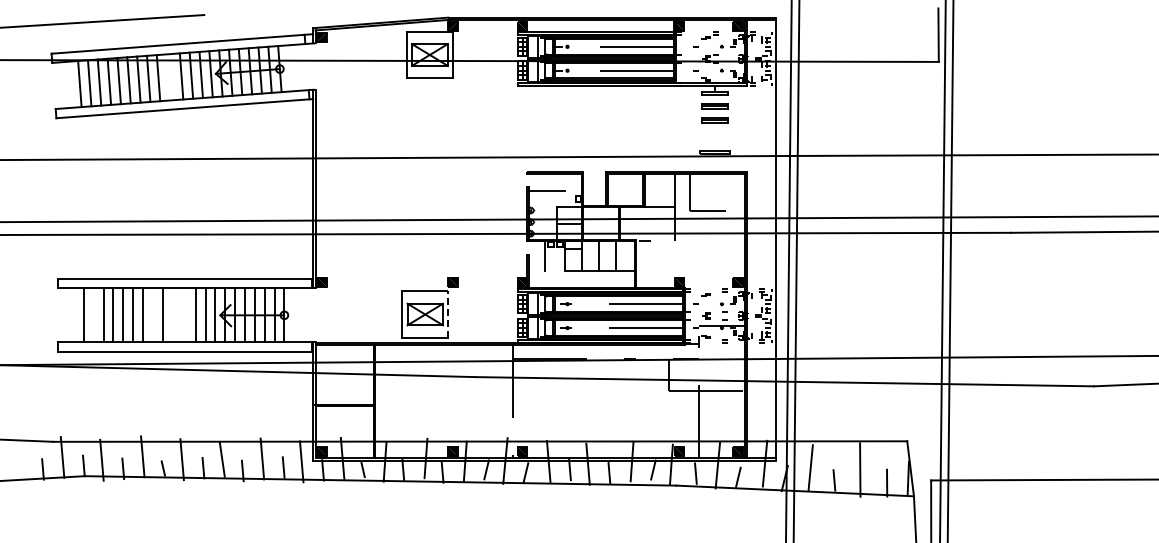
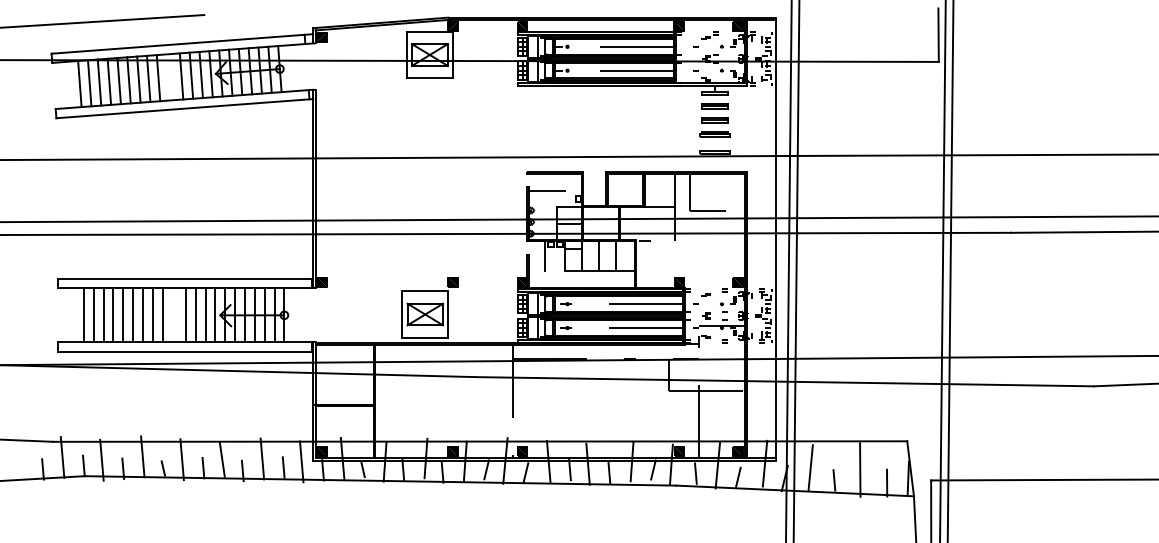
part at (714, 134): none -> present
line at (448, 314): dashed -> solid
line at (93, 315): none -> present
line at (152, 315): none -> present
line at (185, 315): none -> present
